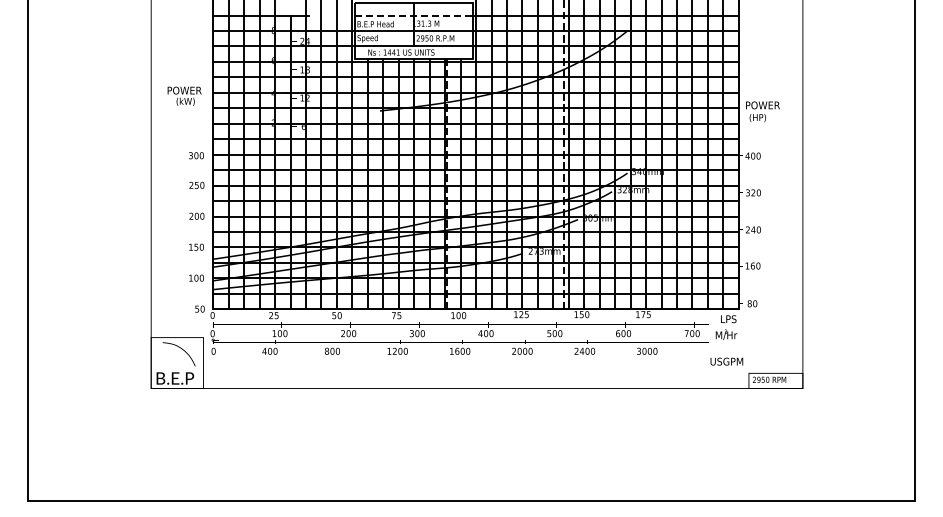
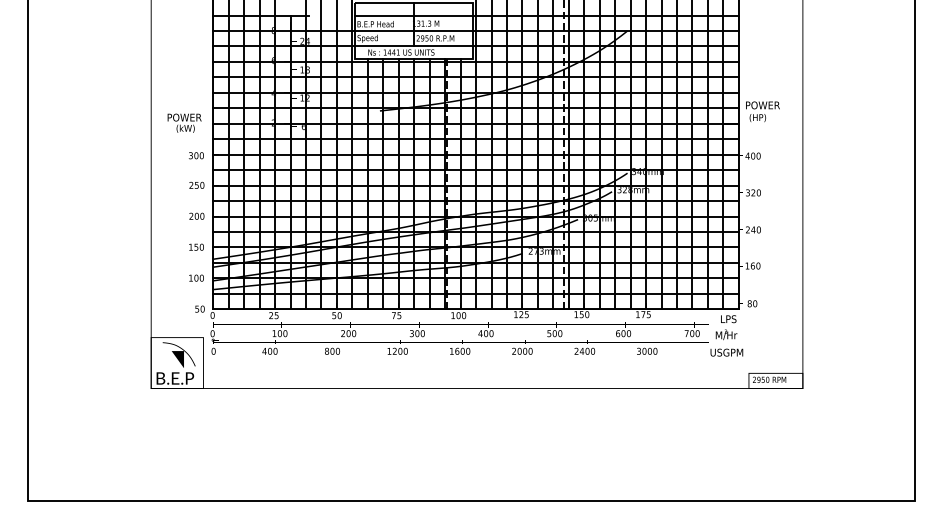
line at (414, 15): dashed -> solid
text at (184, 95) position: (184, 95) -> (184, 122)
fill at (177, 359): none -> present
text at (726, 361) position: (726, 361) -> (726, 352)
